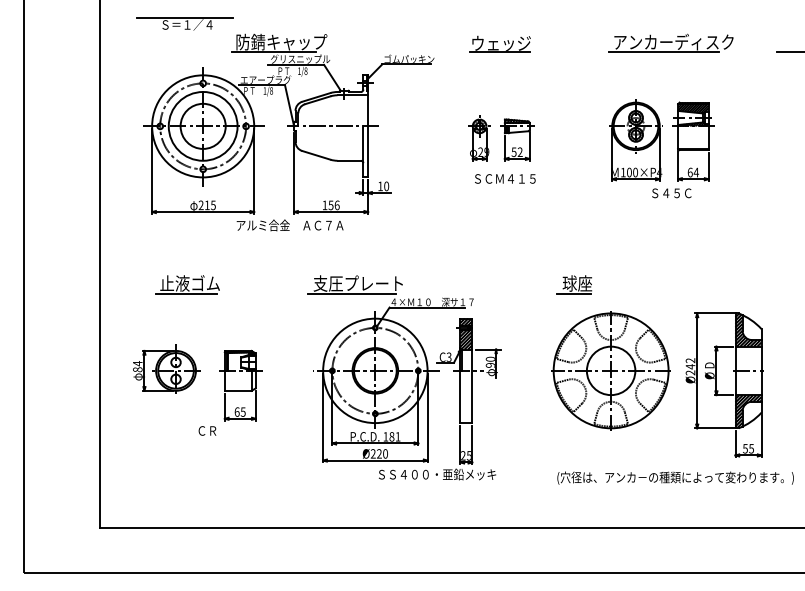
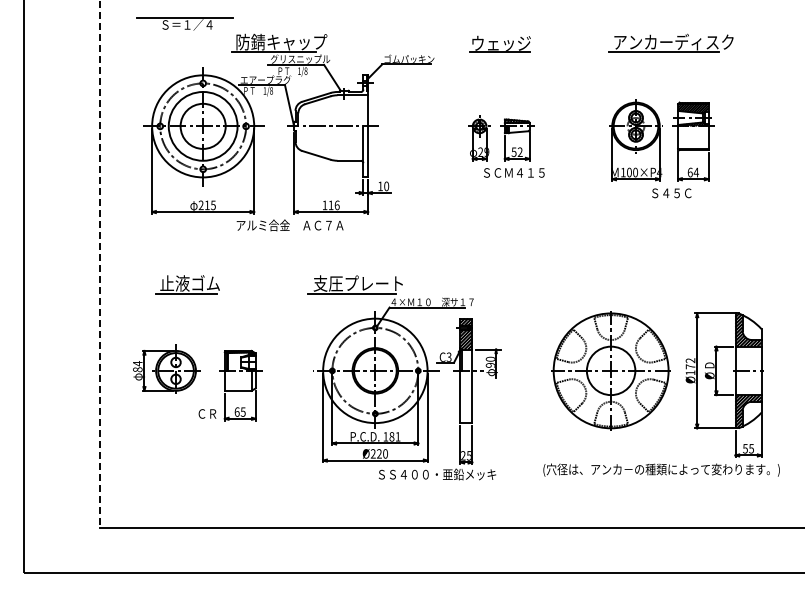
line at (788, 52): present -> none
text at (505, 178) position: (505, 178) -> (514, 172)
text at (330, 205): 156 -> 116
line at (100, 263): solid -> dashed
part at (574, 284): present -> none
text at (690, 369): Ø242 -> Ø172
text at (207, 430) position: (207, 430) -> (207, 413)
text at (675, 477) position: (675, 477) -> (661, 469)
